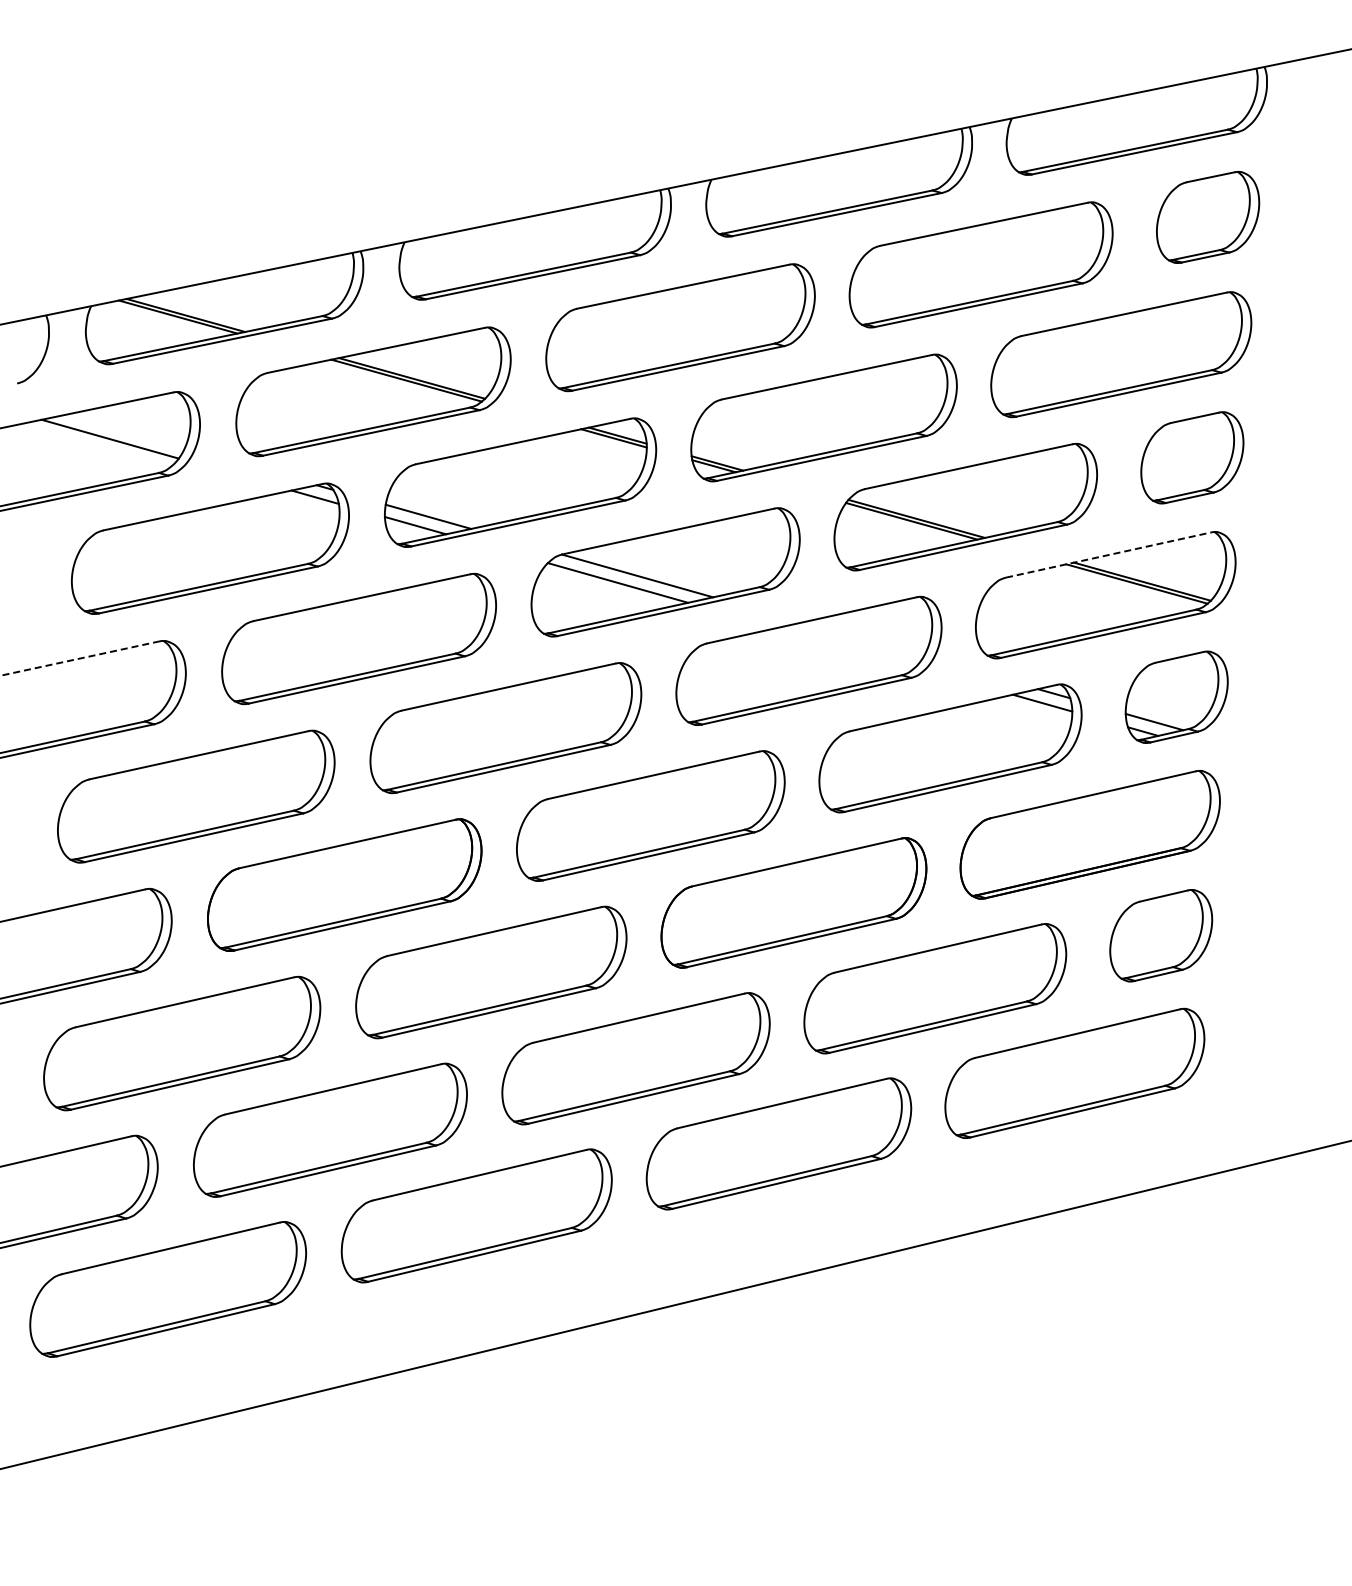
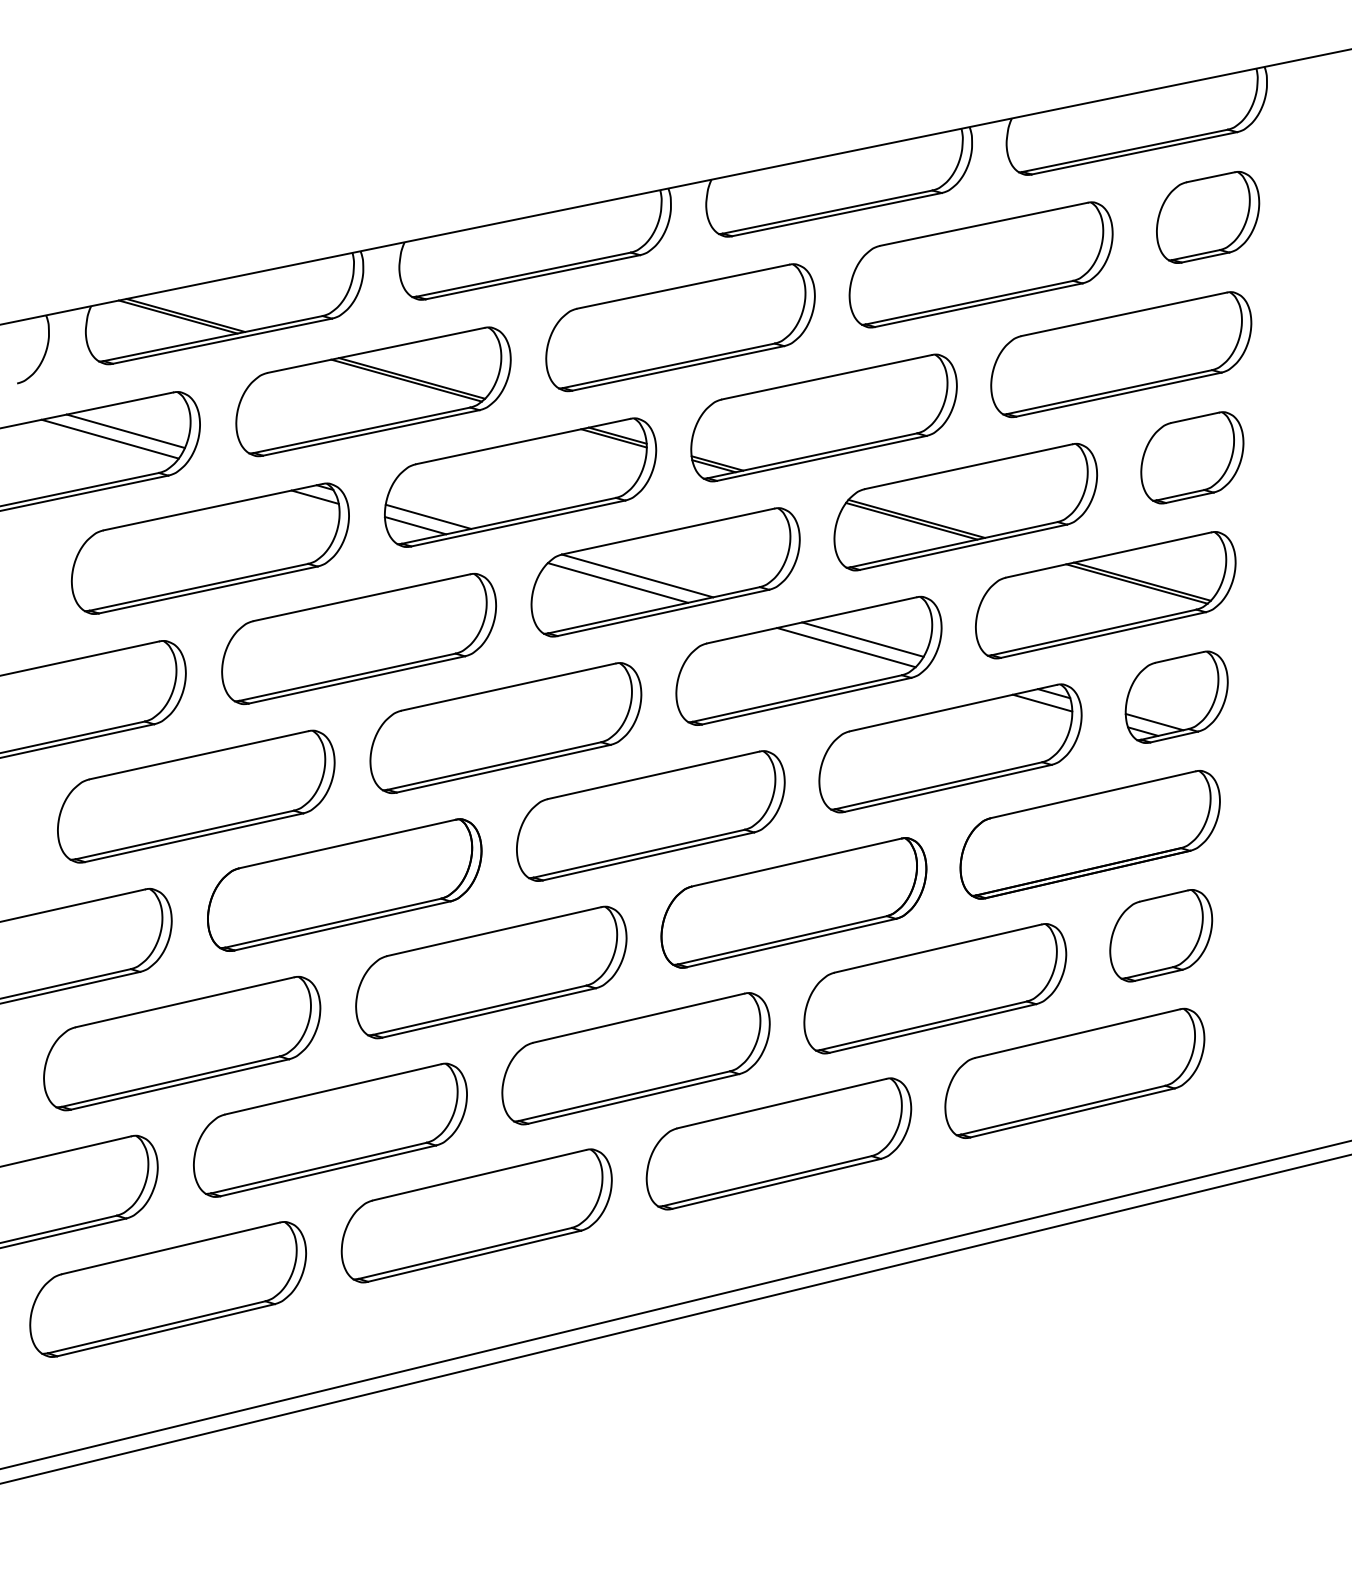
line at (125, 431): none -> present
line at (1108, 555): dashed -> solid
line at (862, 639): none -> present
line at (846, 647): none -> present
line at (80, 658): dashed -> solid
line at (675, 1319): none -> present
